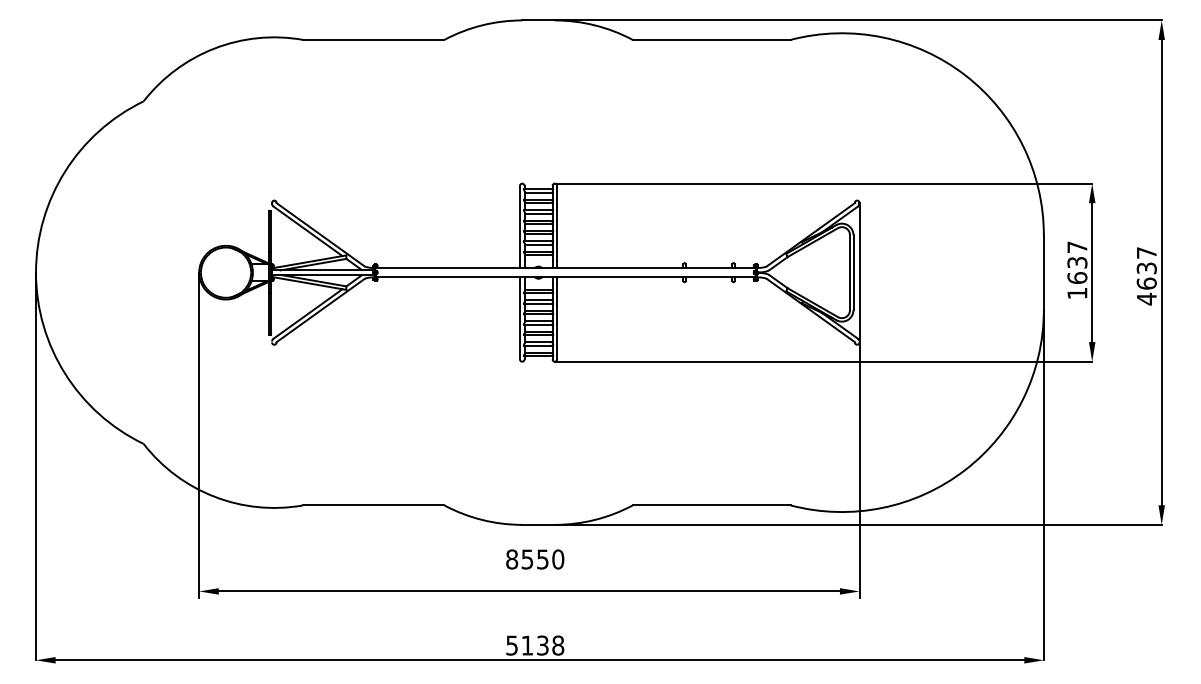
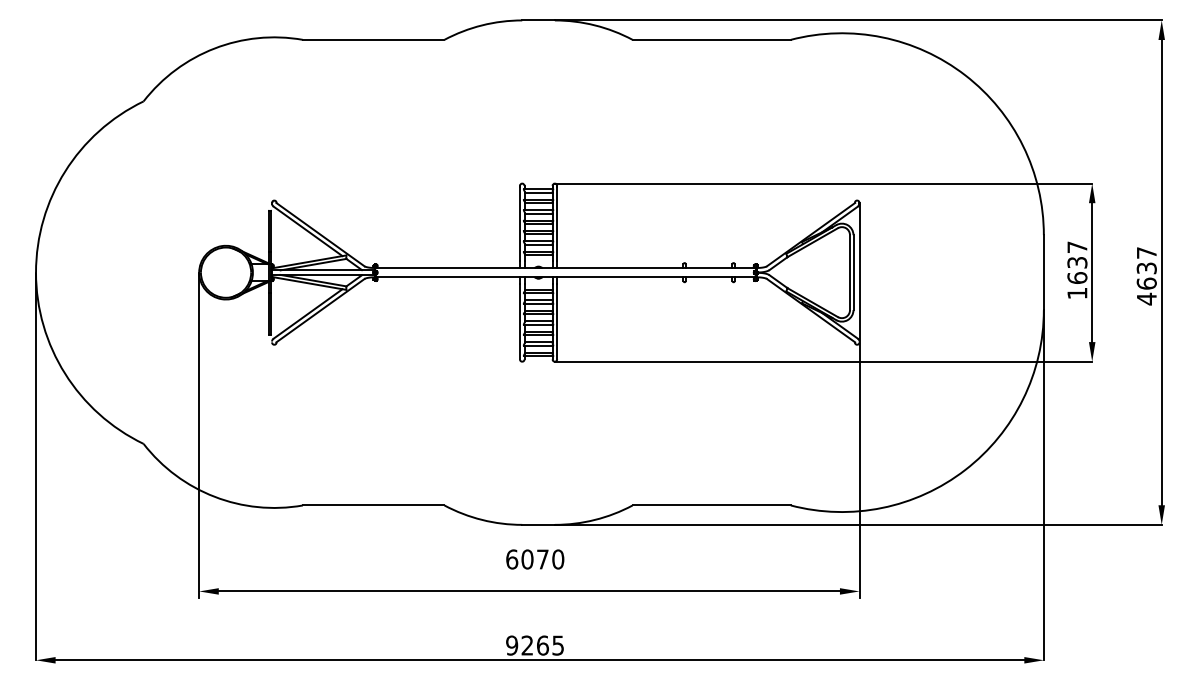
text at (527, 559): 8550 -> 6070
text at (535, 645): 5138 -> 9265
